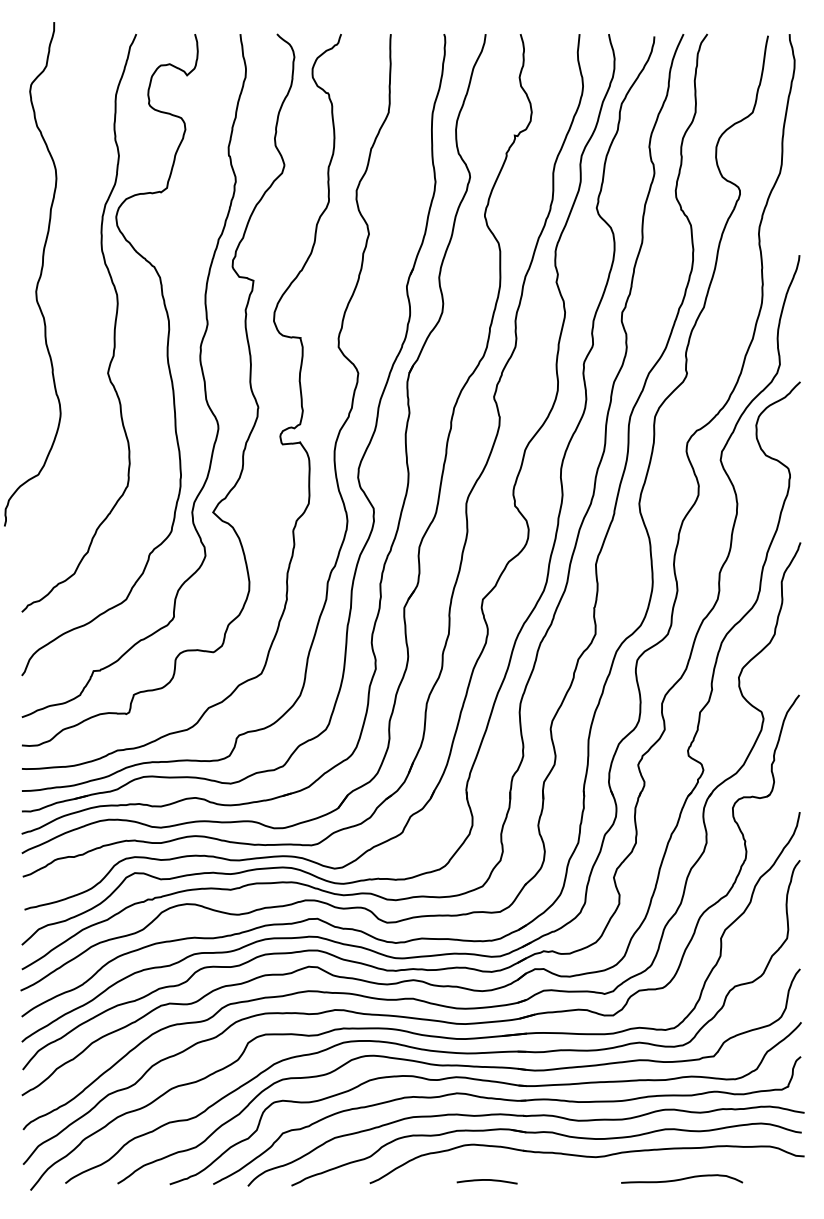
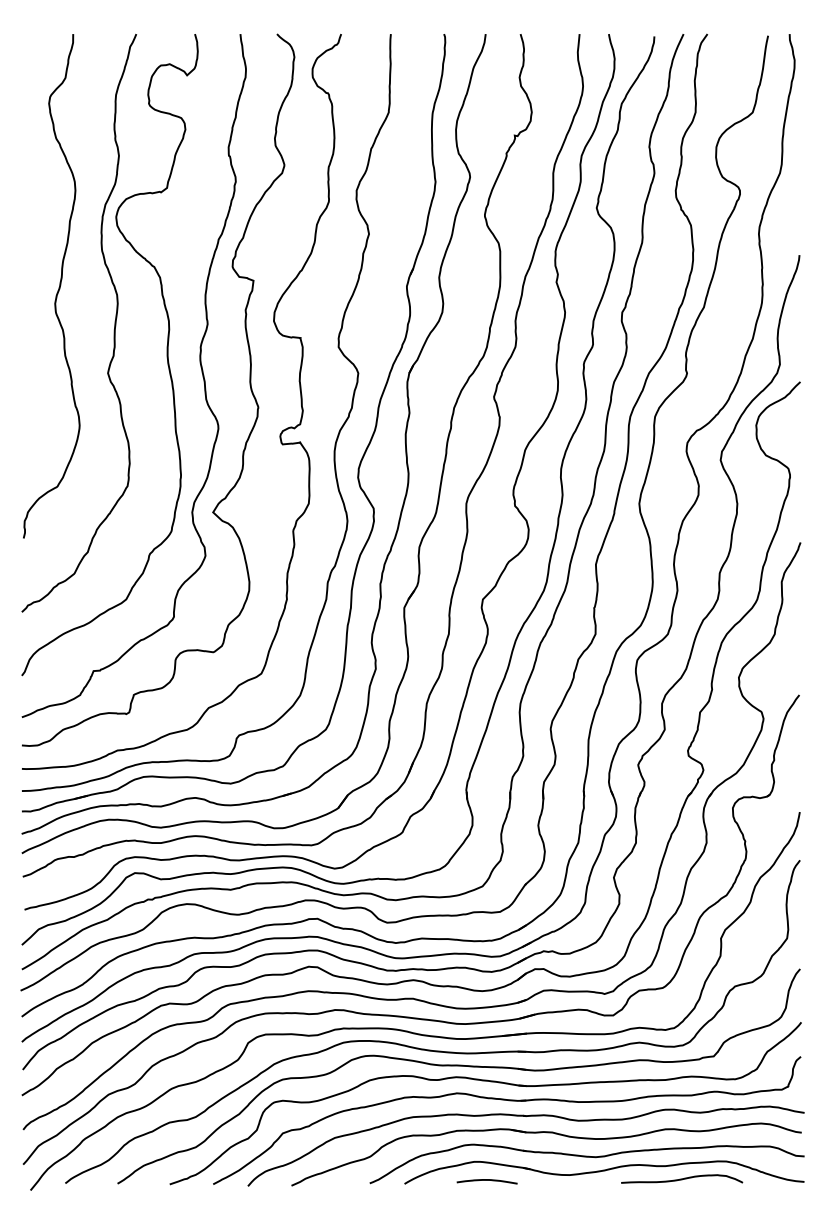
curve at (39, 275) position: (39, 275) -> (58, 287)
part at (604, 1172): none -> present
